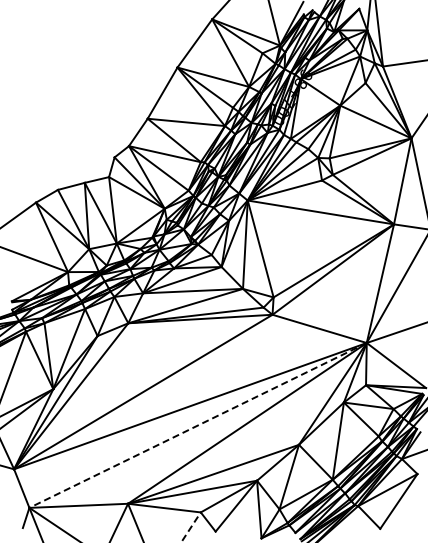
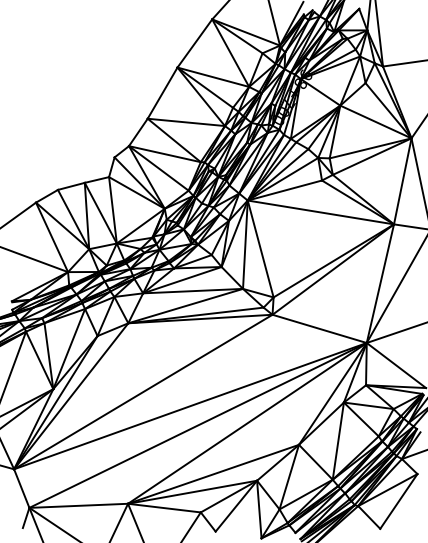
line at (198, 425): dashed -> solid
line at (190, 527): dashed -> solid
